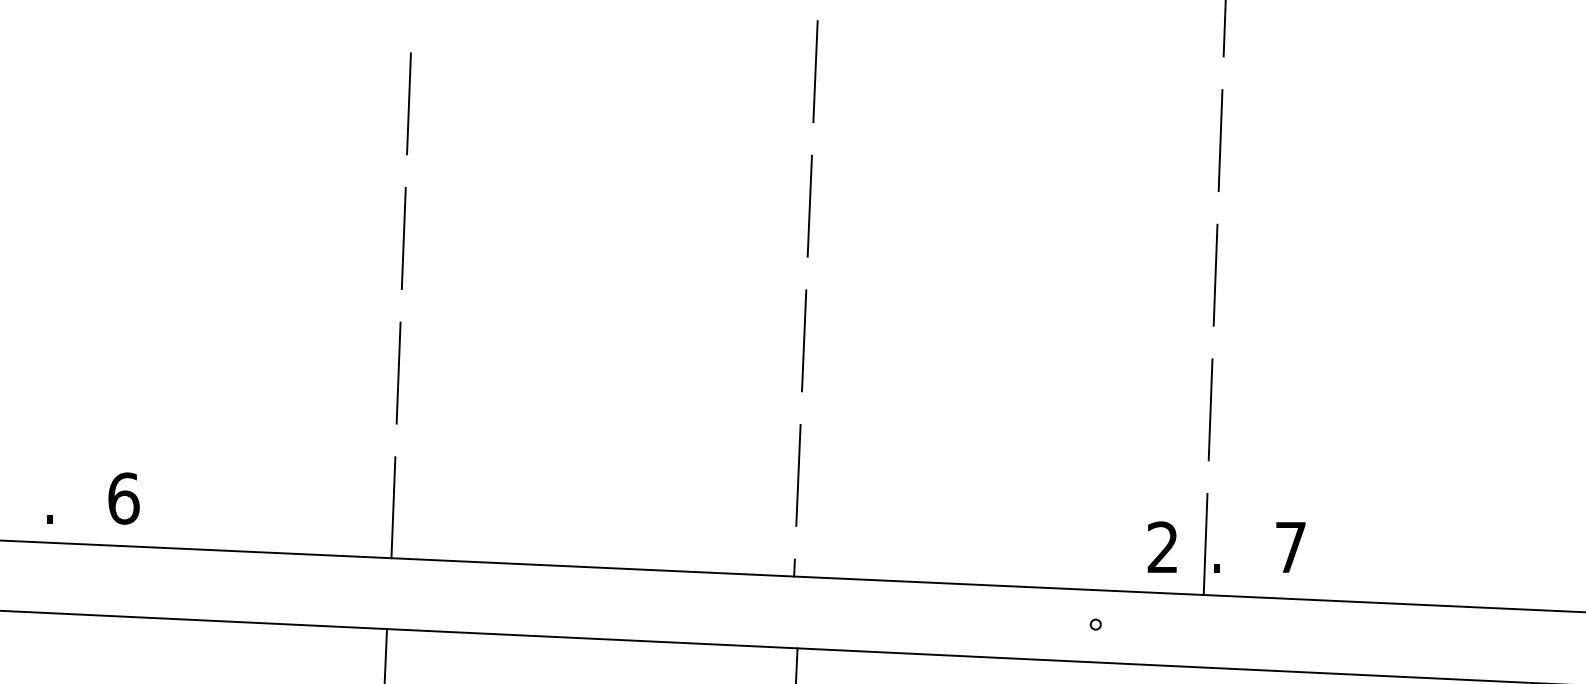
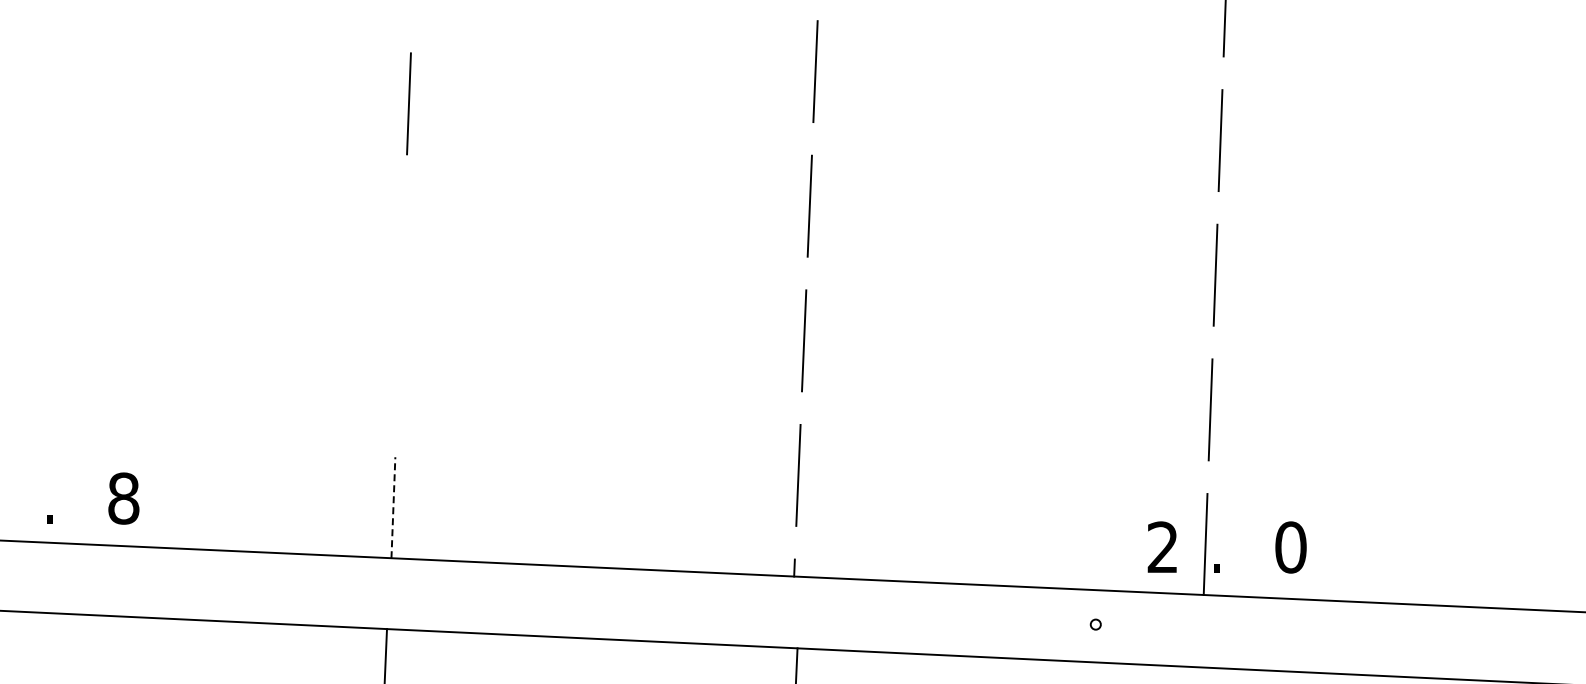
line at (403, 237): present -> none
line at (398, 372): present -> none
text at (123, 498): 6 -> 8
line at (393, 507): solid -> dashed
text at (1290, 547): 7 -> 0
